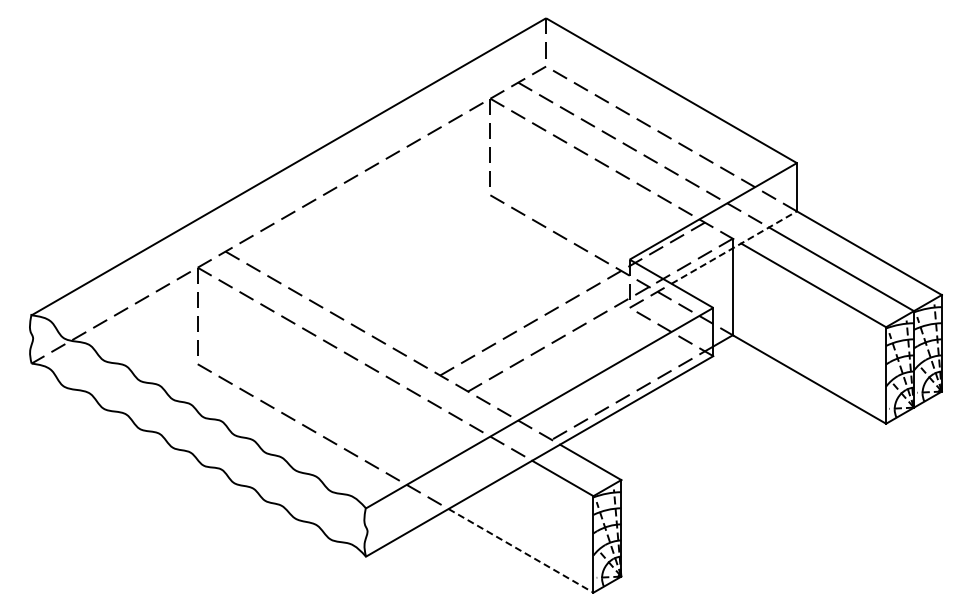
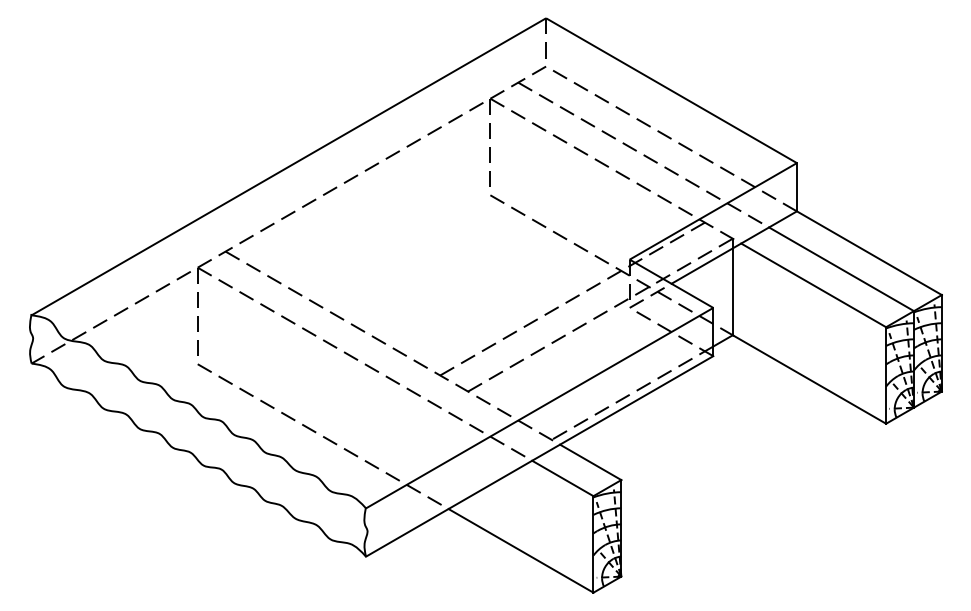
line at (734, 247): dashed -> solid
line at (521, 550): dashed -> solid
